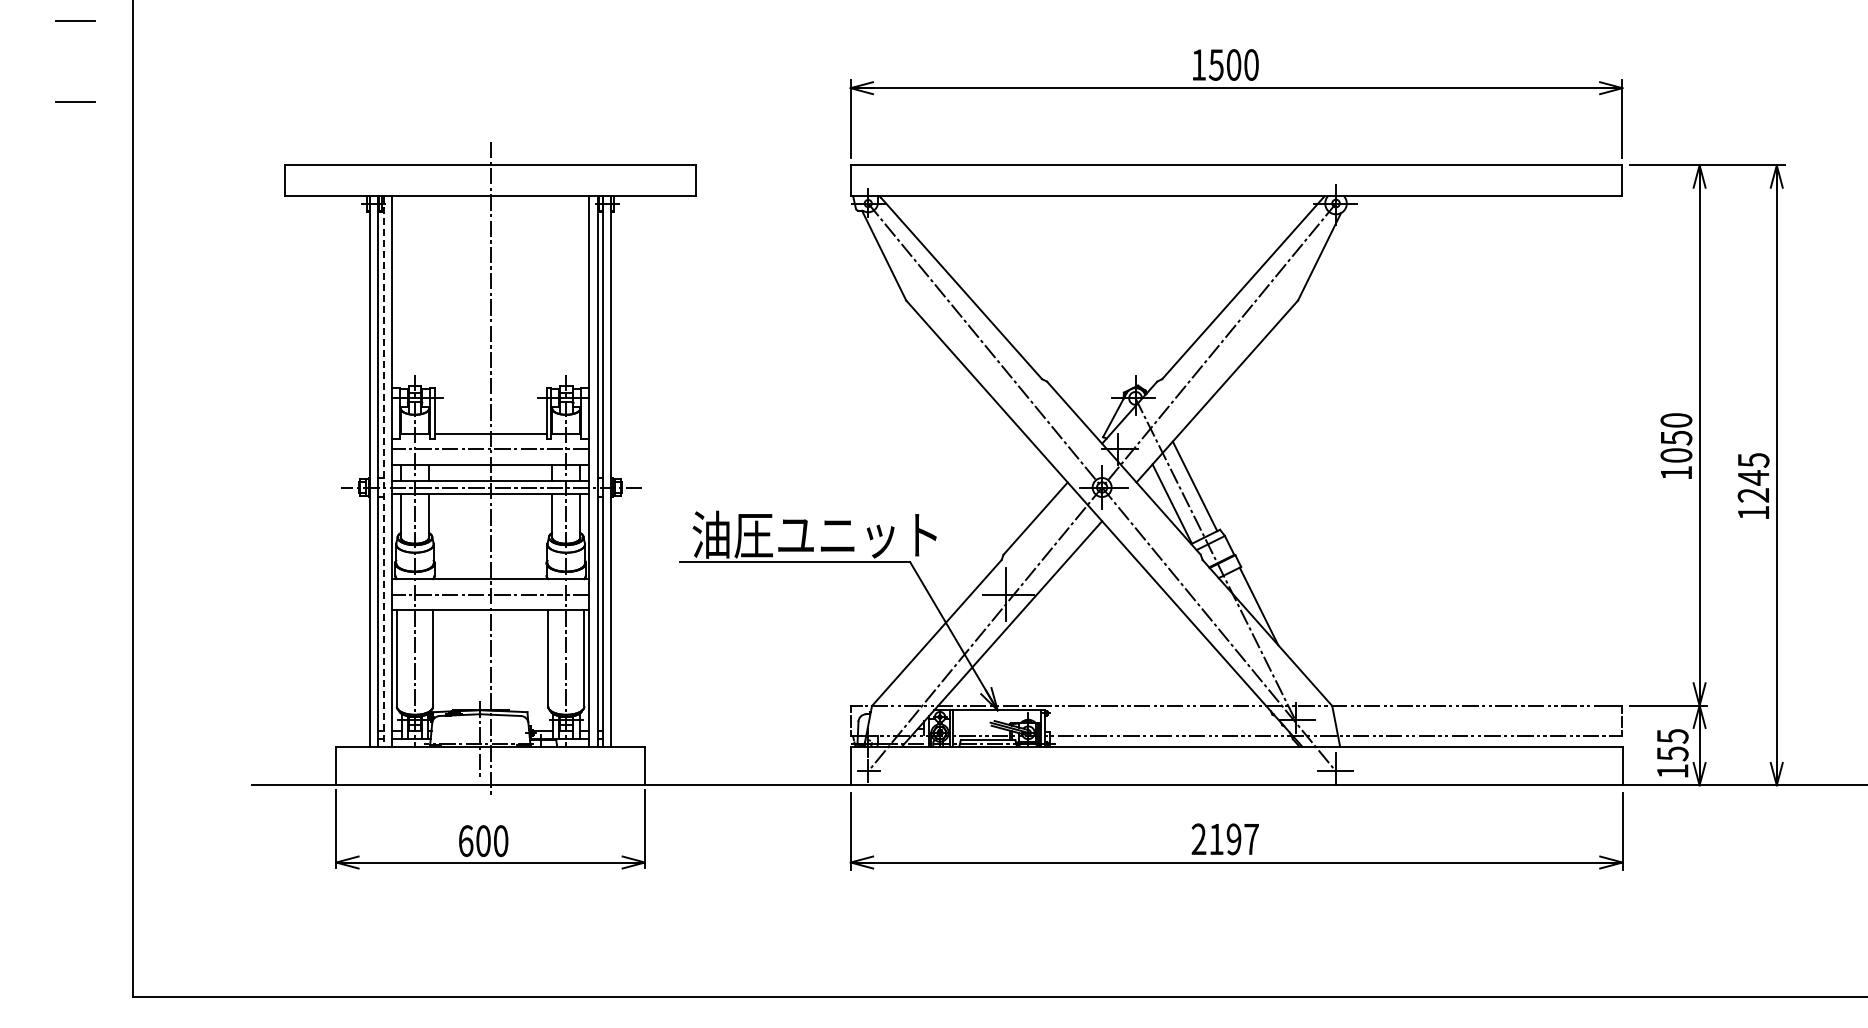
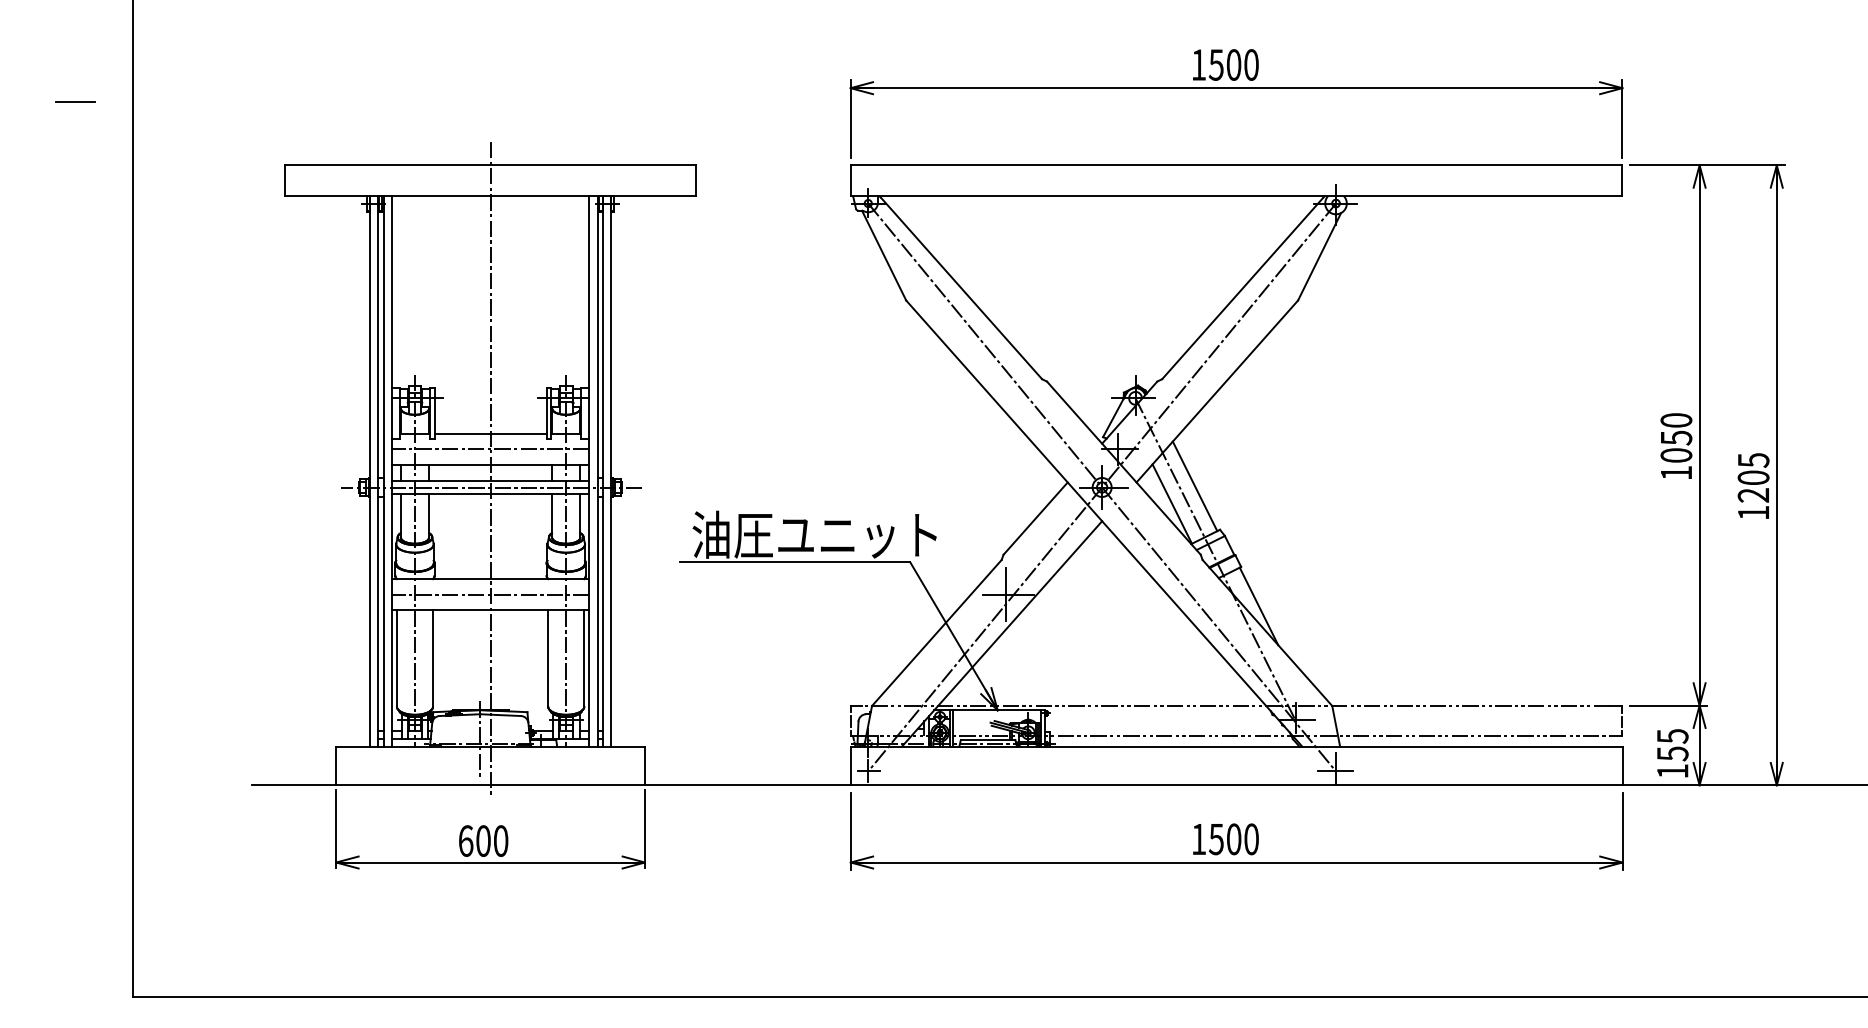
line at (75, 20): present -> none
line at (383, 472): dashed -> solid
text at (1753, 477): 1245 -> 1205
text at (1224, 839): 2197 -> 1500
